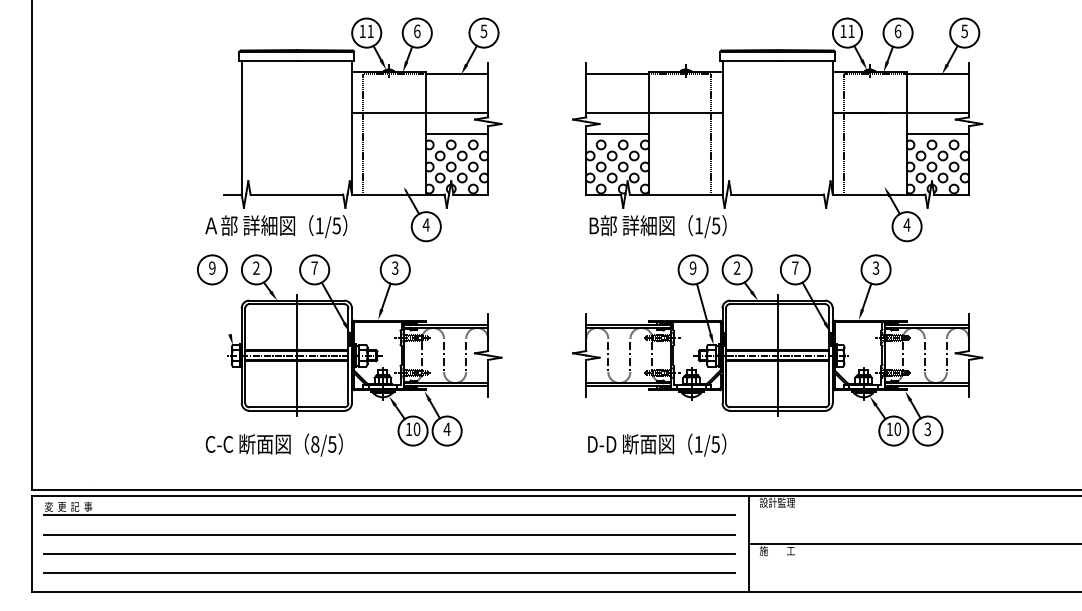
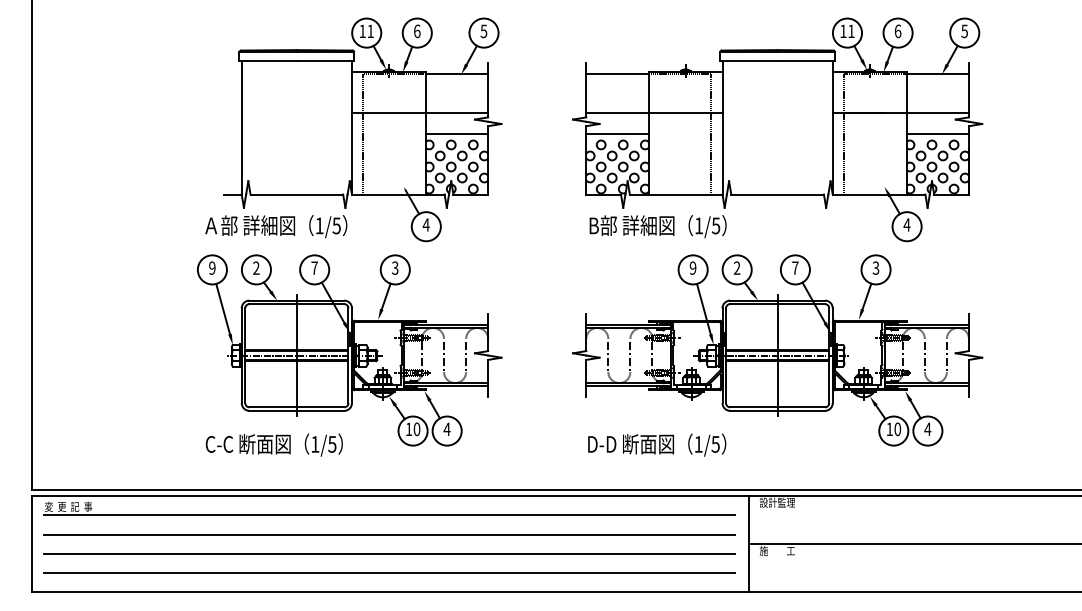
line at (223, 308): none -> present
text at (927, 429): 3 -> 4
text at (315, 444): 8/5 -> 1/5
